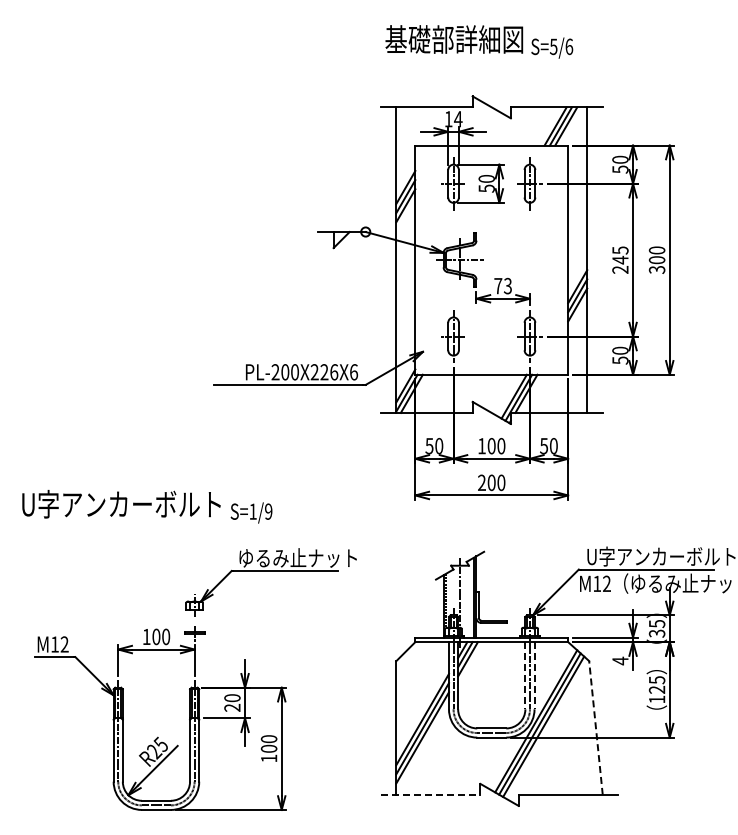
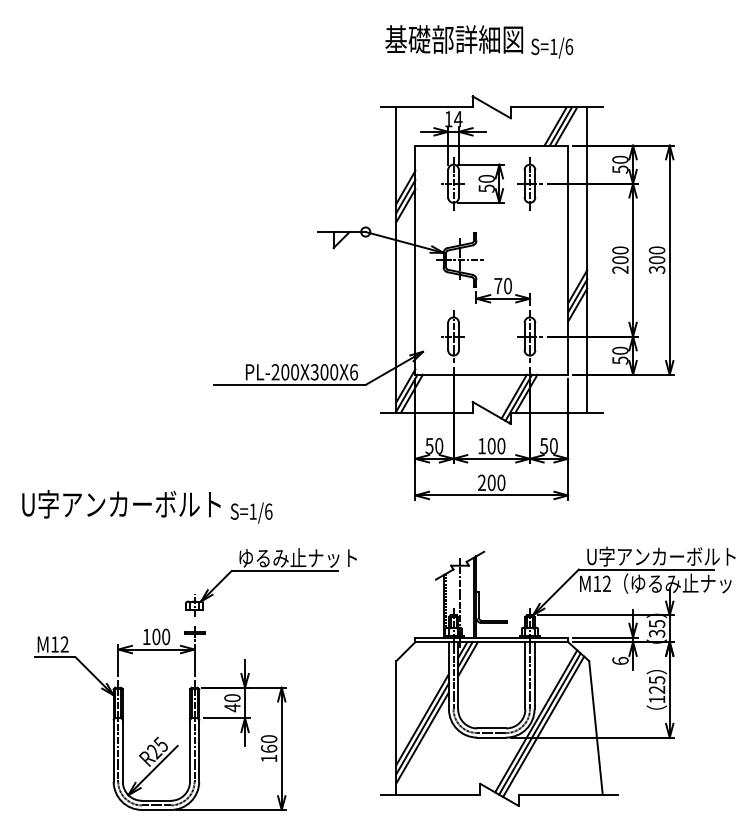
text at (553, 46): S=5/6 -> S=1/6
text at (620, 255): 245 -> 200
text at (507, 286): 73 -> 70
text at (324, 372): PL-200X226X6 -> PL-200X300X6
text at (268, 511): S=1/9 -> S=1/6
text at (620, 660): 4 -> 6
line at (525, 675): dashed -> solid
line at (534, 675): dashed -> solid
text at (232, 707): 20 -> 40
line at (595, 727): dashed -> solid
text at (268, 748): 100 -> 160
line at (430, 794): dashed -> solid
